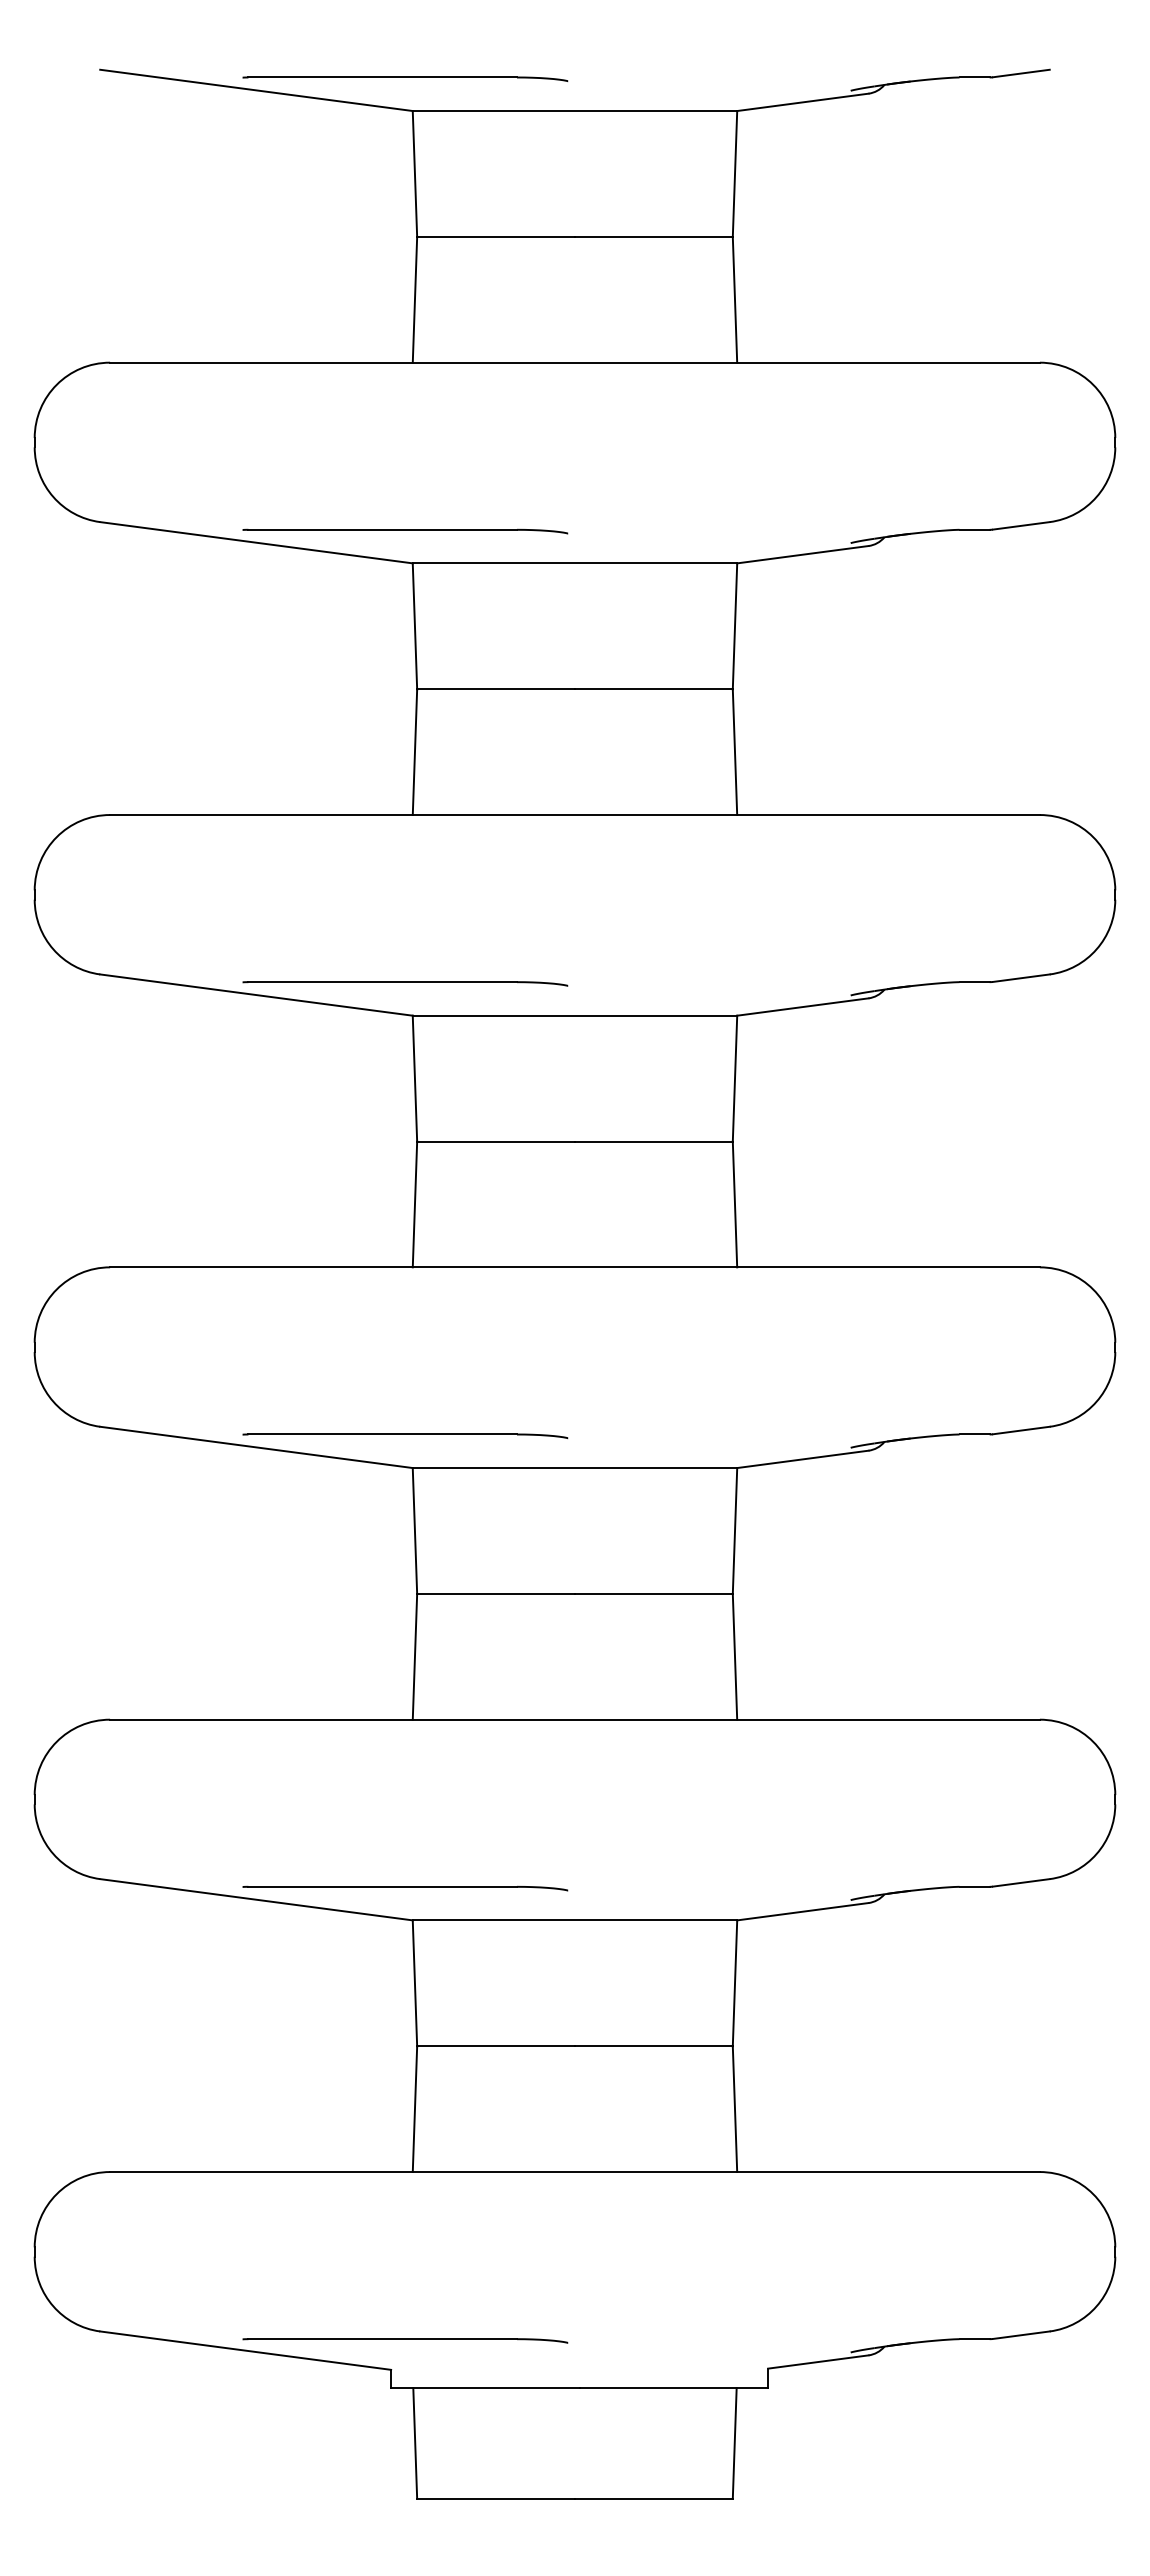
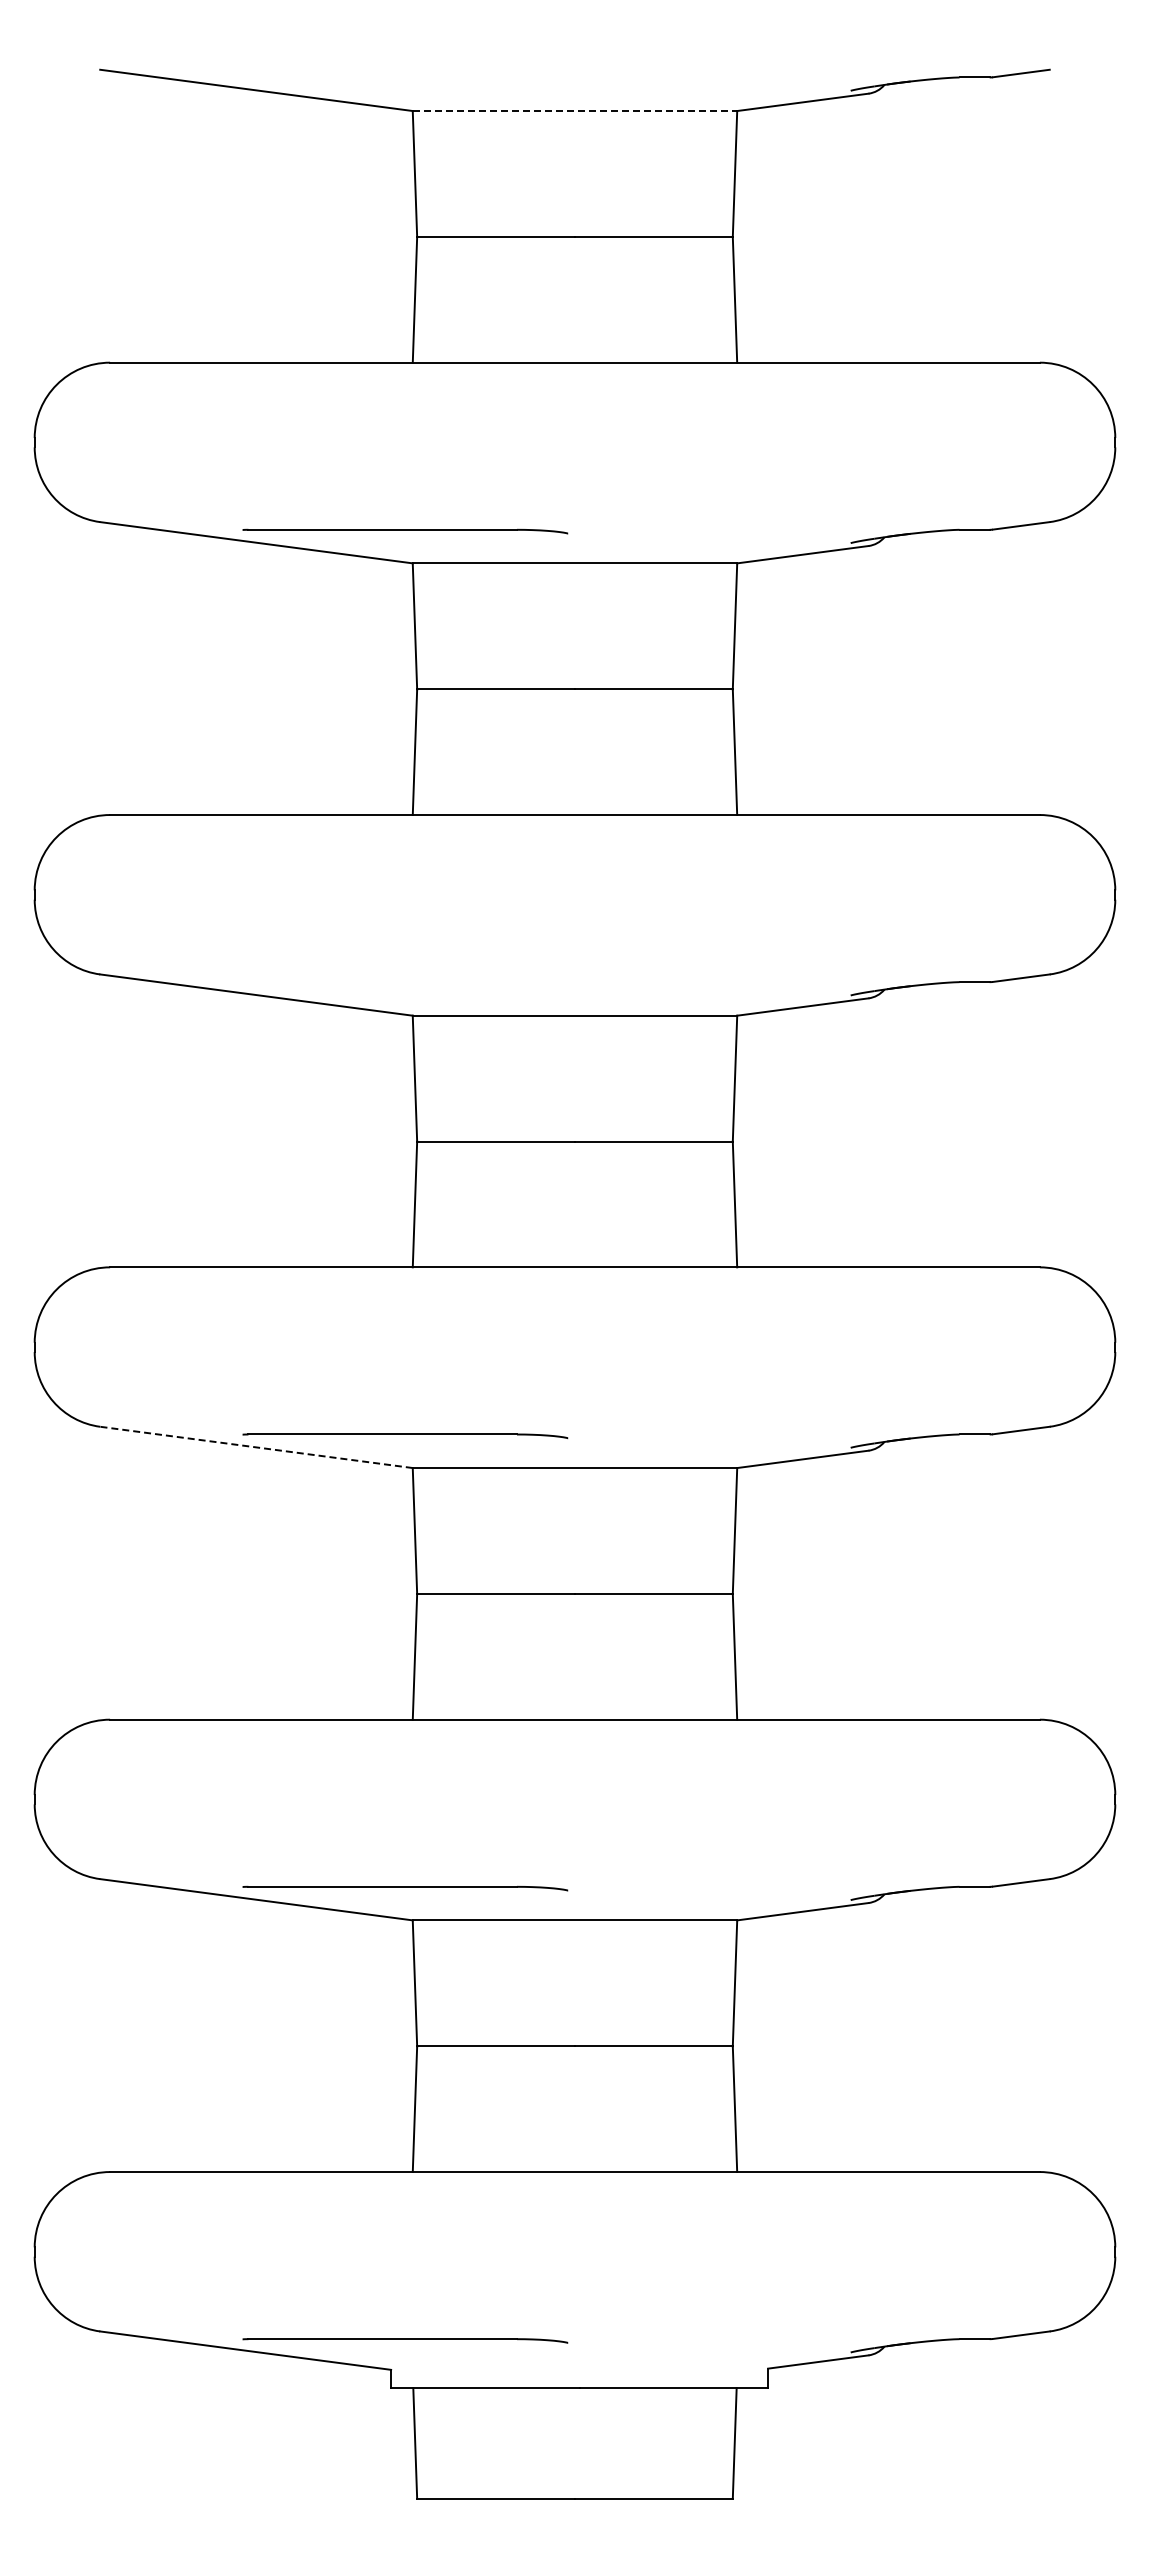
part at (405, 78): present -> none
line at (575, 111): solid -> dashed
part at (405, 983): present -> none
line at (256, 1447): solid -> dashed
